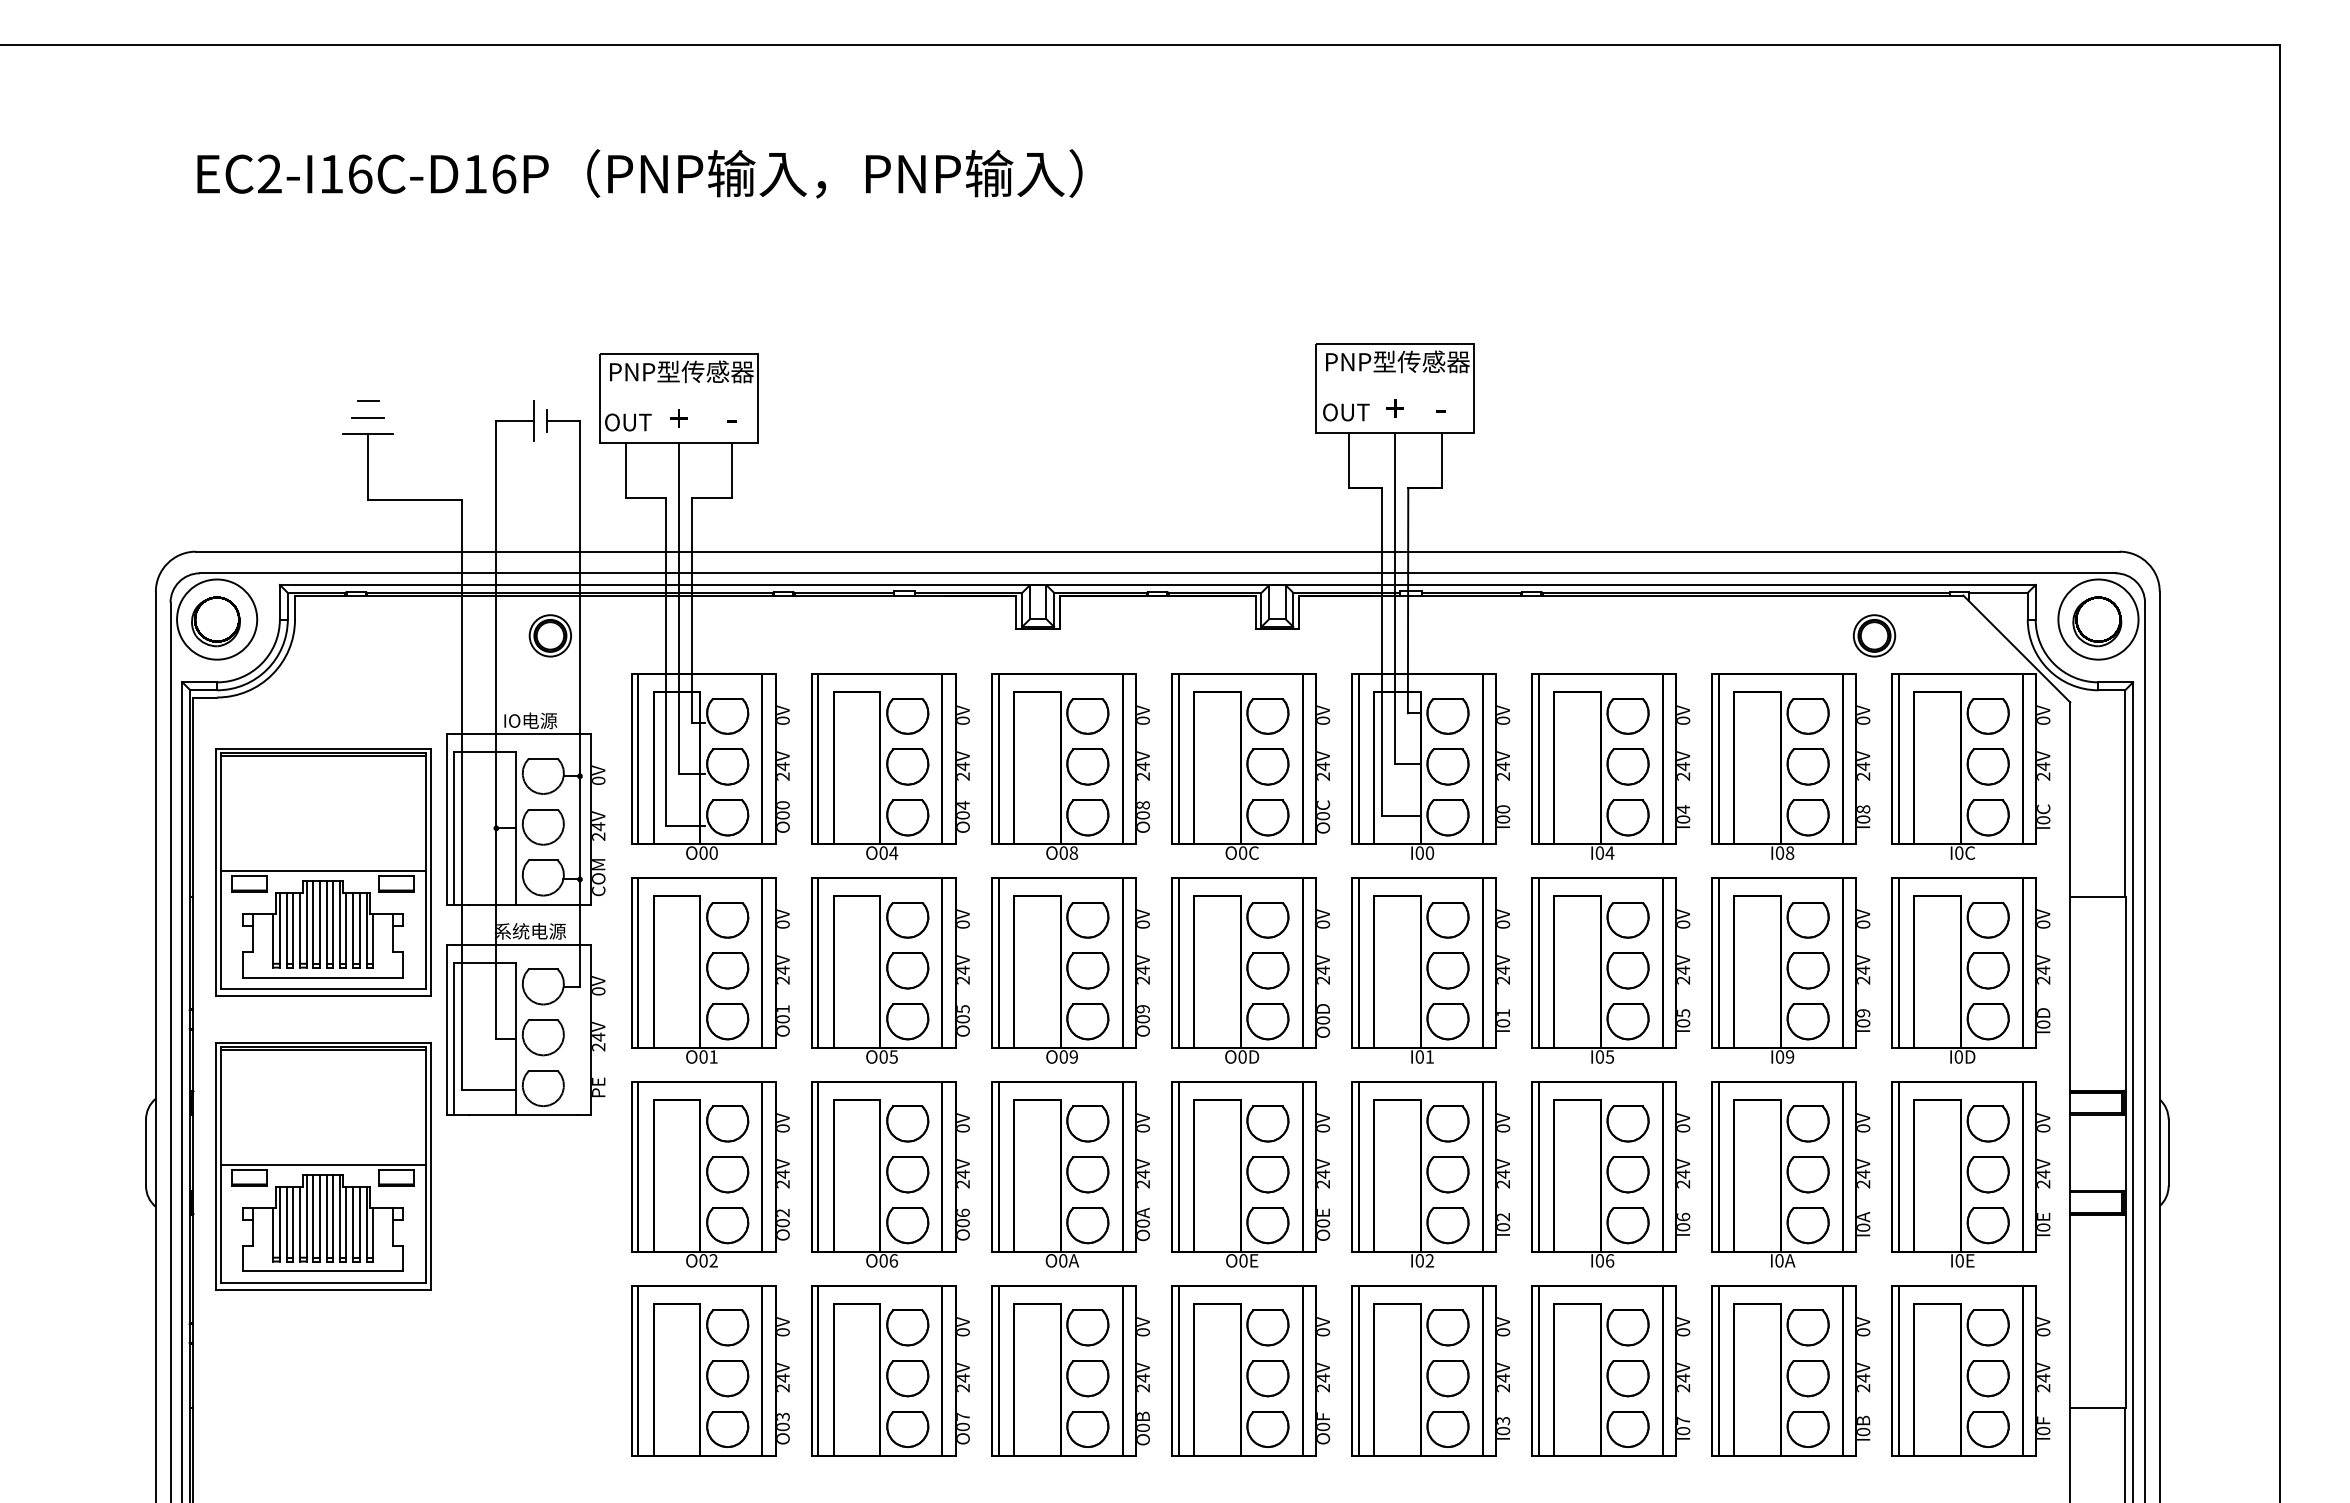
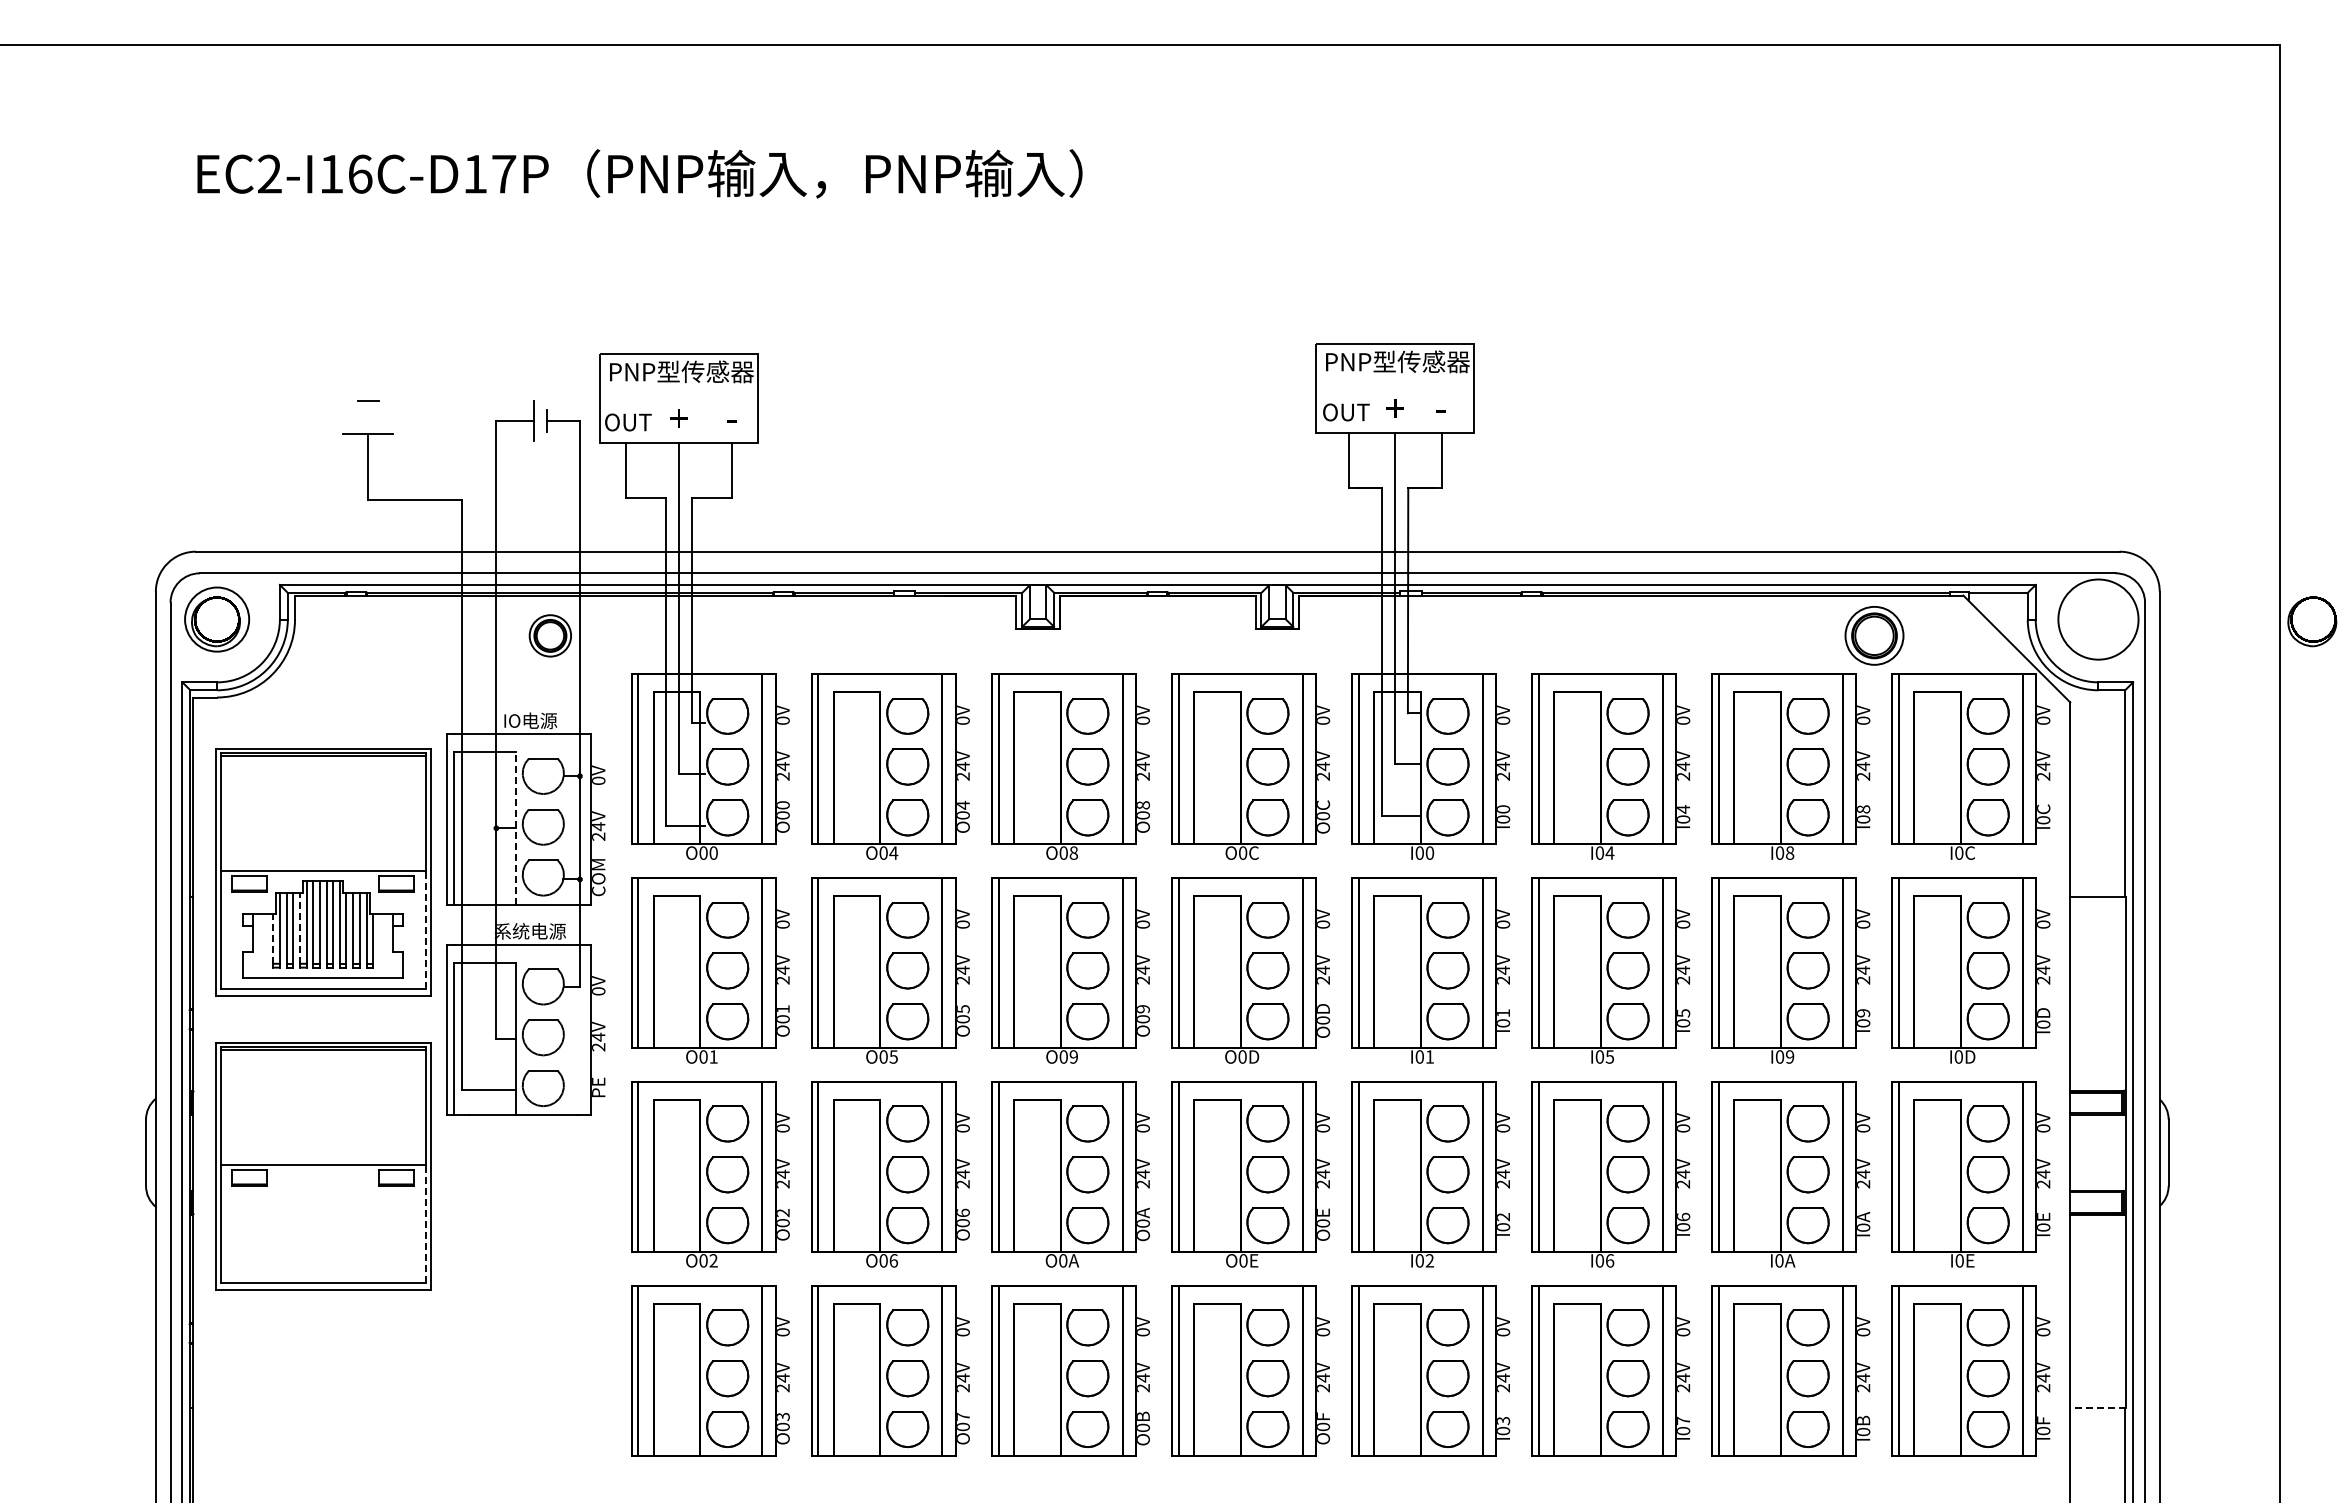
text at (504, 173): EC2-I16C-D16P -> EC2-I16C-D17P
line at (368, 417): present -> none
circle at (217, 619) diameter: 80 px -> 64 px
part at (2097, 621) position: (2097, 621) -> (2312, 621)
part at (1874, 635) size: 45x44 px -> 61x60 px
line at (516, 827): solid -> dashed
line at (299, 928): solid -> dashed
line at (425, 929): solid -> dashed
line at (273, 938): solid -> dashed
part at (322, 1222): present -> none
line at (425, 1223): solid -> dashed
line at (2097, 1407): solid -> dashed
